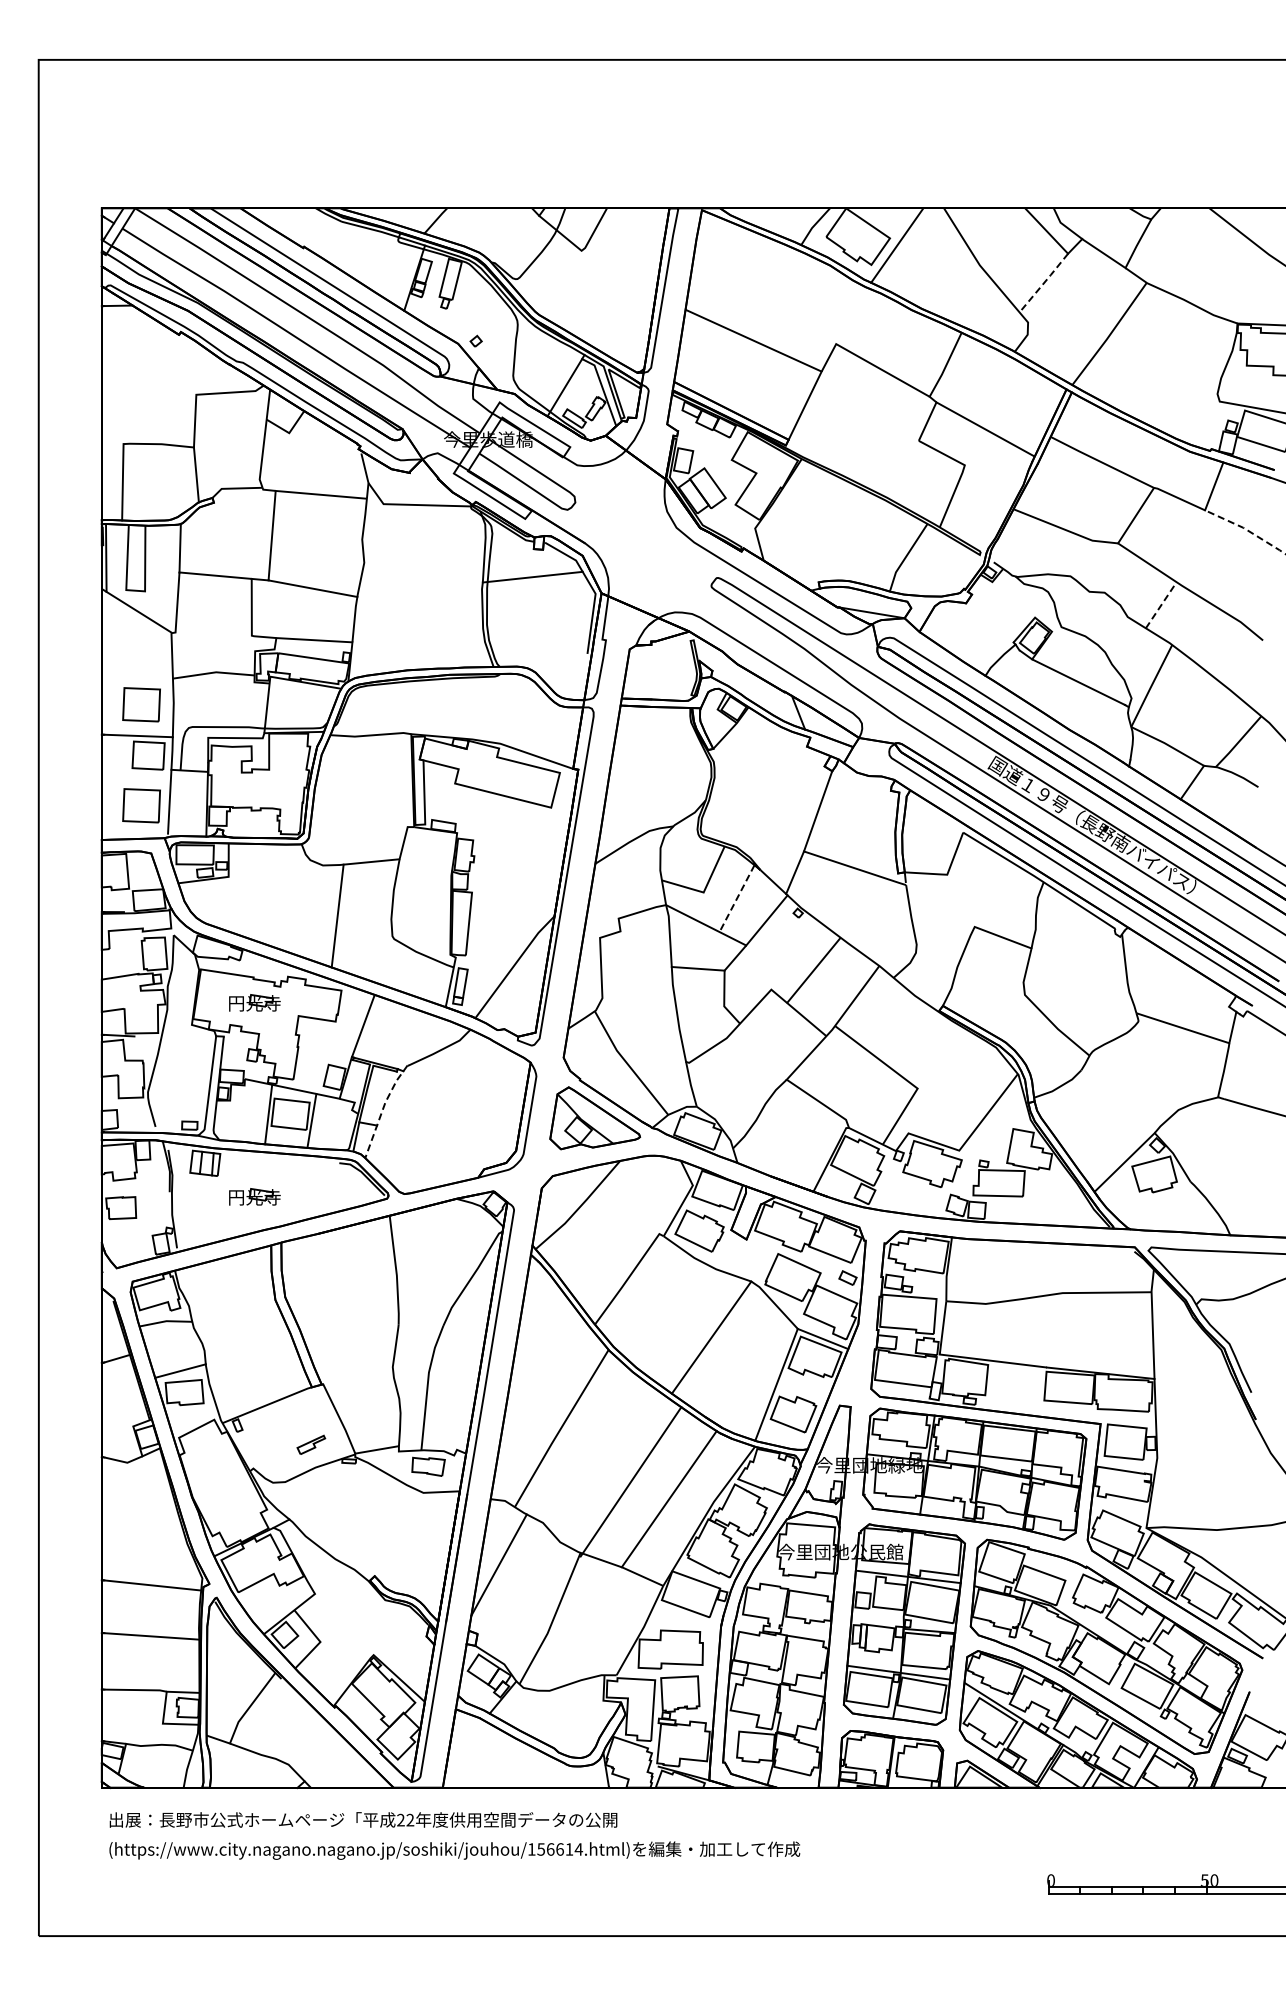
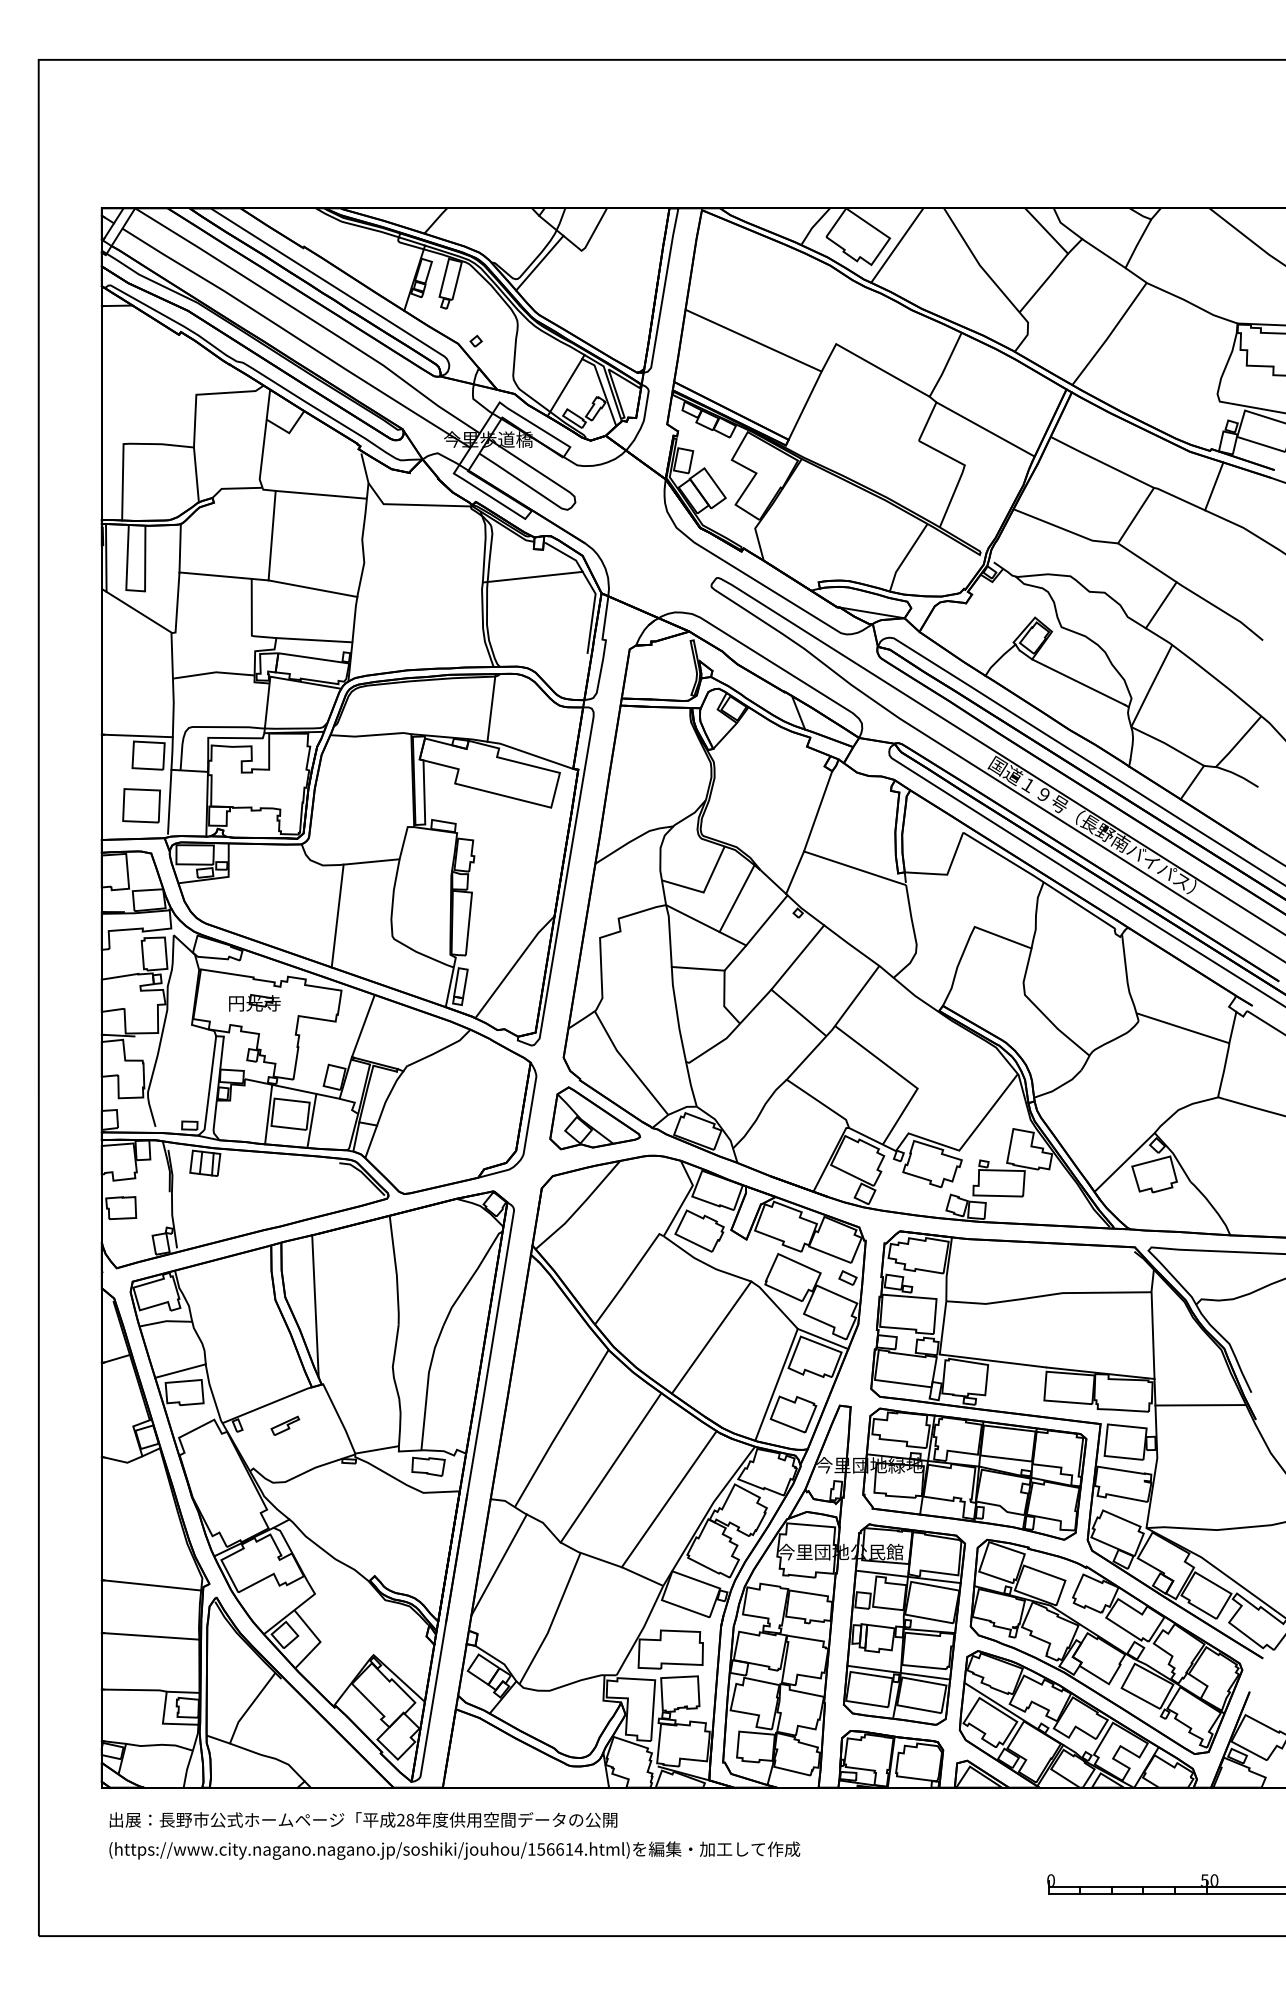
line at (539, 262): none -> present
line at (1044, 282): dashed -> solid
line at (1245, 529): dashed -> solid
line at (1161, 605): dashed -> solid
part at (141, 704): present -> none
line at (491, 707): none -> present
line at (737, 898): dashed -> solid
line at (813, 970) position: (813, 970) -> (797, 957)
line at (383, 1108): dashed -> solid
part at (254, 1196): present -> none
line at (315, 1306): none -> present
line at (1200, 1405): none -> present
part at (311, 1444) position: (311, 1444) -> (285, 1425)
line at (630, 1481) position: (630, 1481) -> (610, 1467)
text at (410, 1819): 22 -> 28
